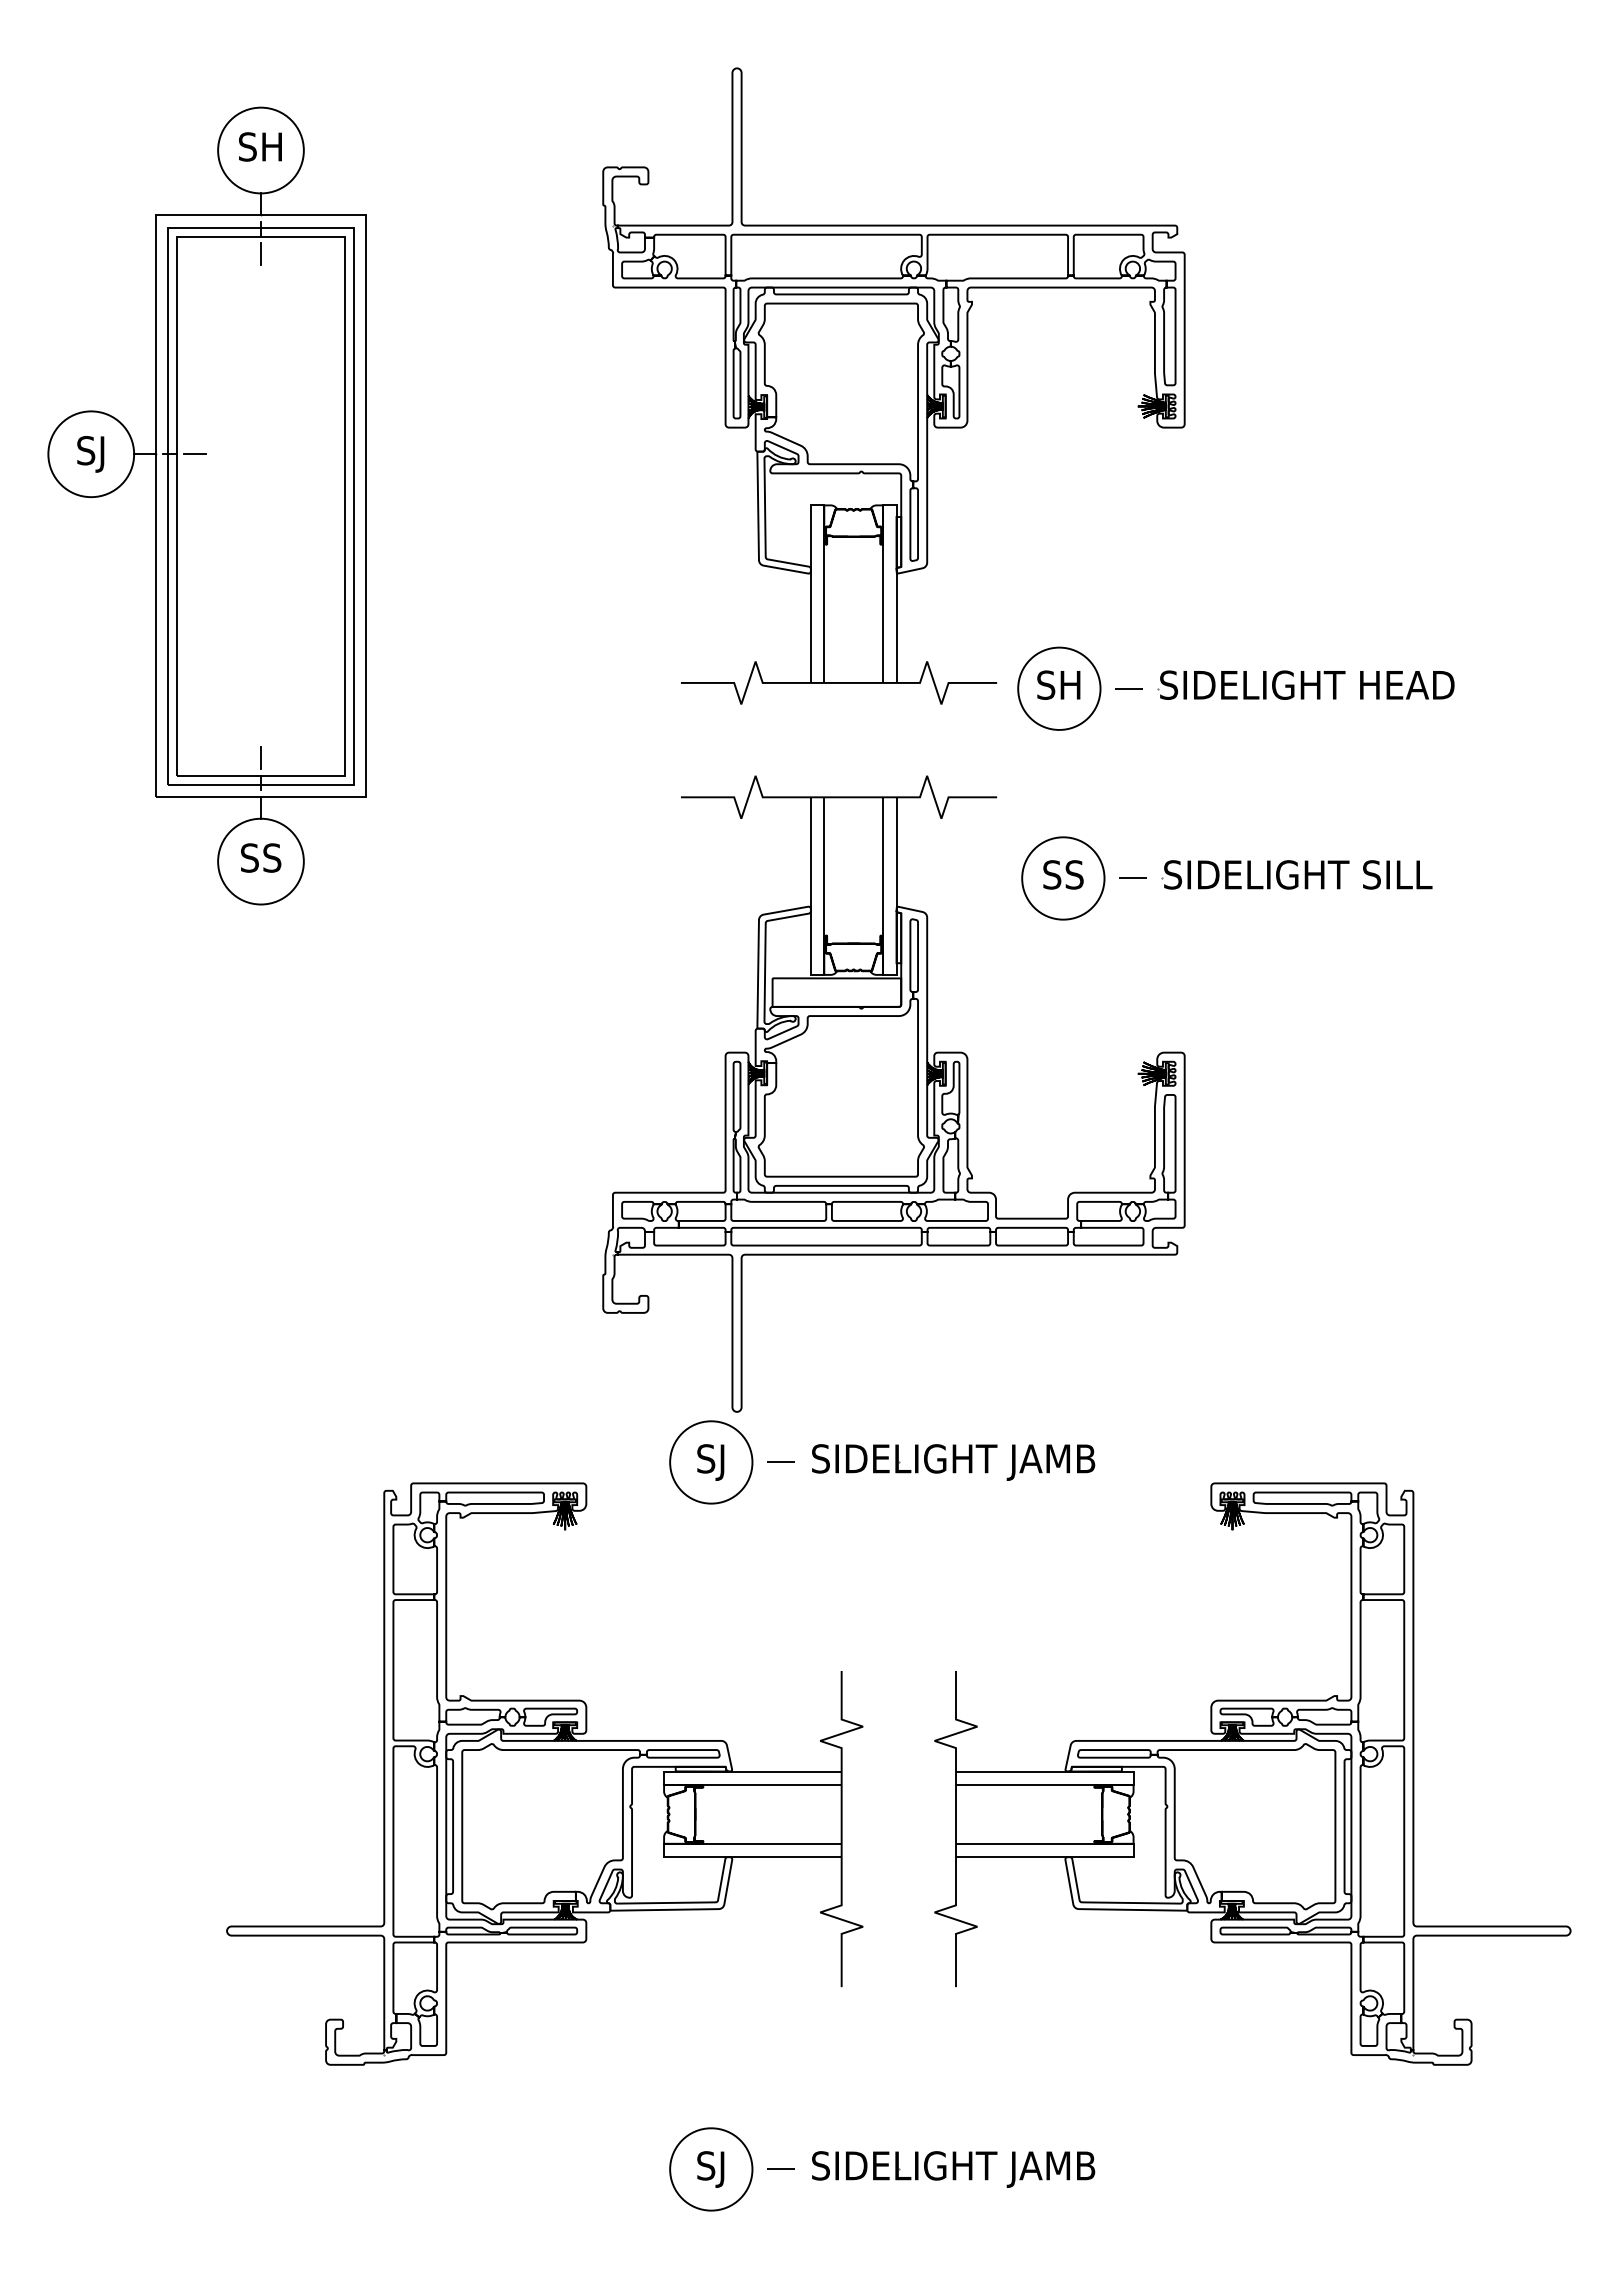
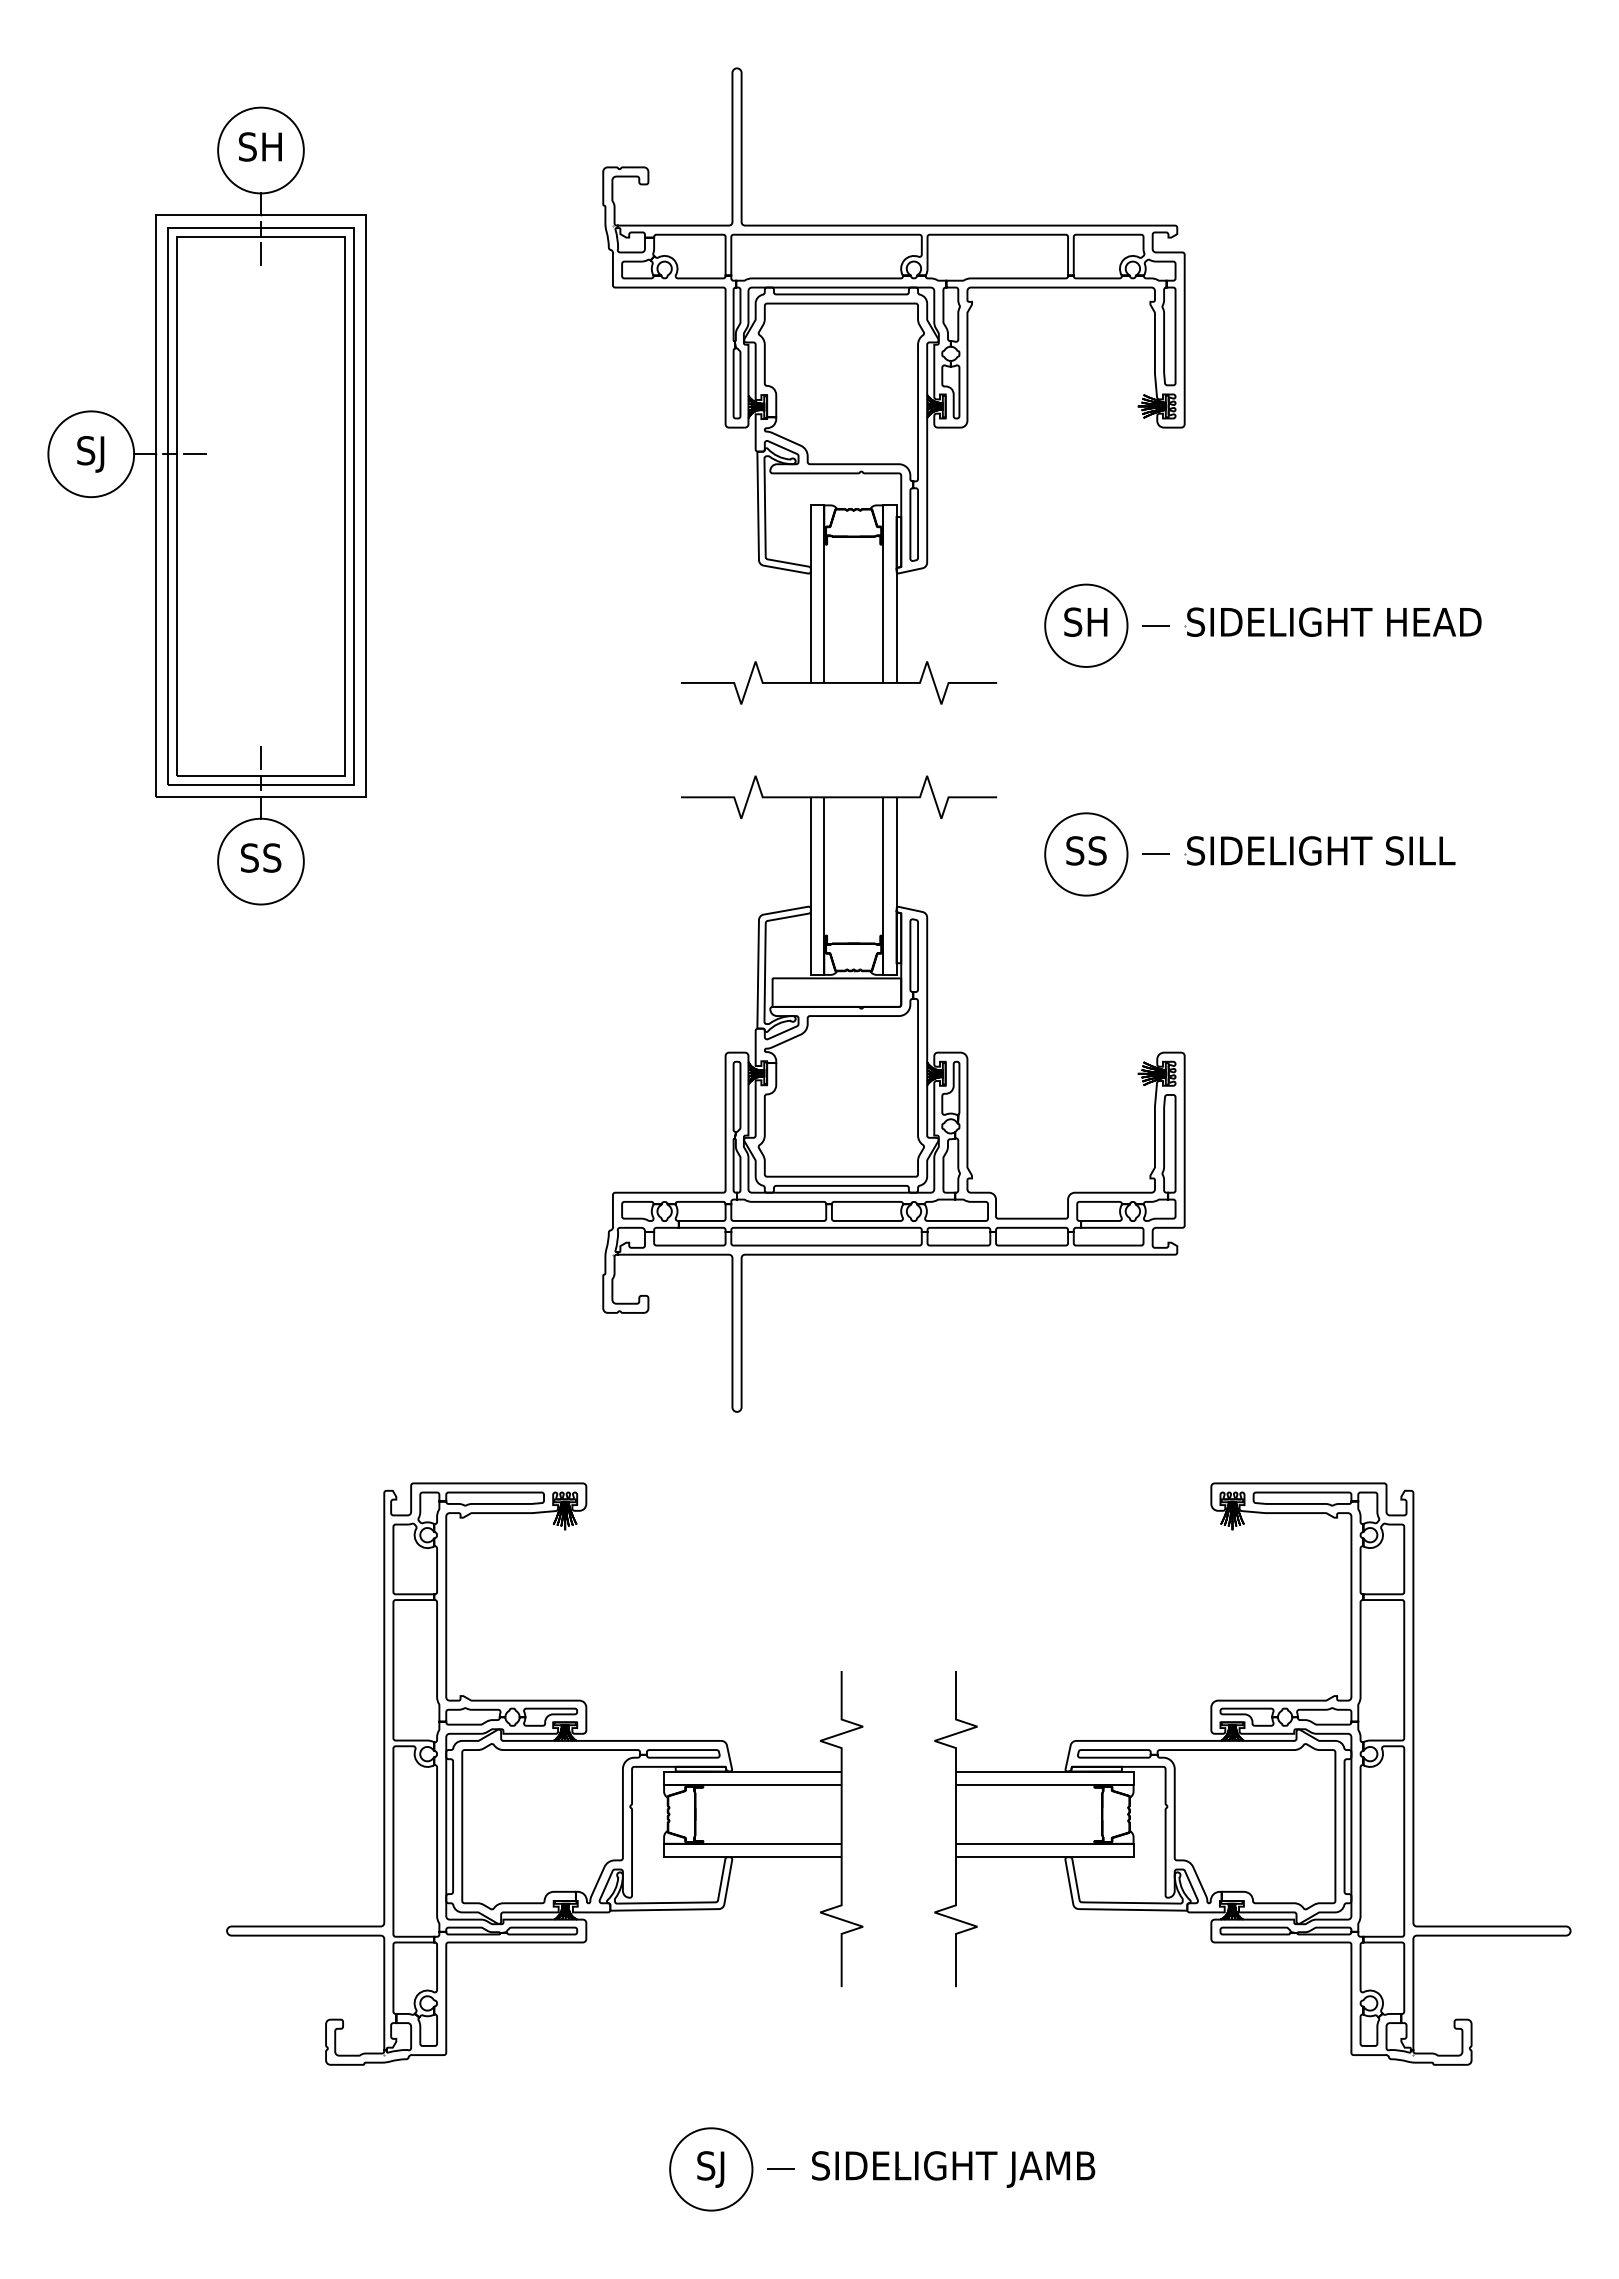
part at (1235, 688) position: (1235, 688) -> (1262, 625)
part at (1226, 878) position: (1226, 878) -> (1249, 854)
part at (882, 1462): present -> none
